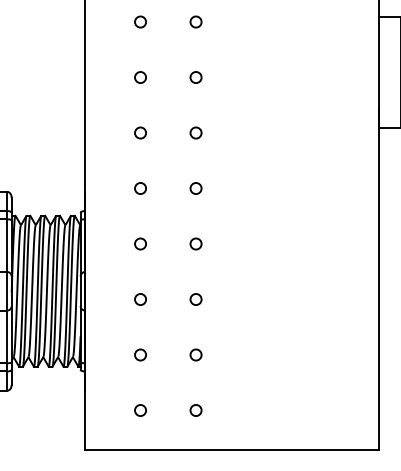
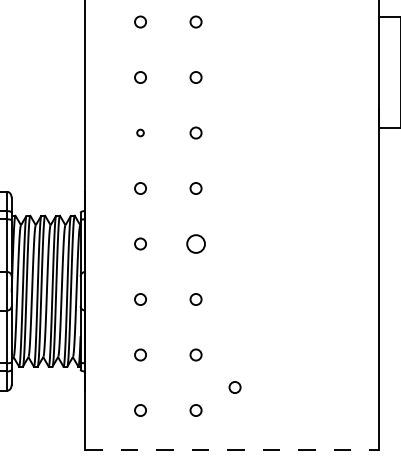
circle at (140, 132) size: 13x14 px -> 9x10 px
circle at (195, 243) size: 14x14 px -> 20x20 px
circle at (234, 387): none -> present
line at (232, 449): solid -> dashed
